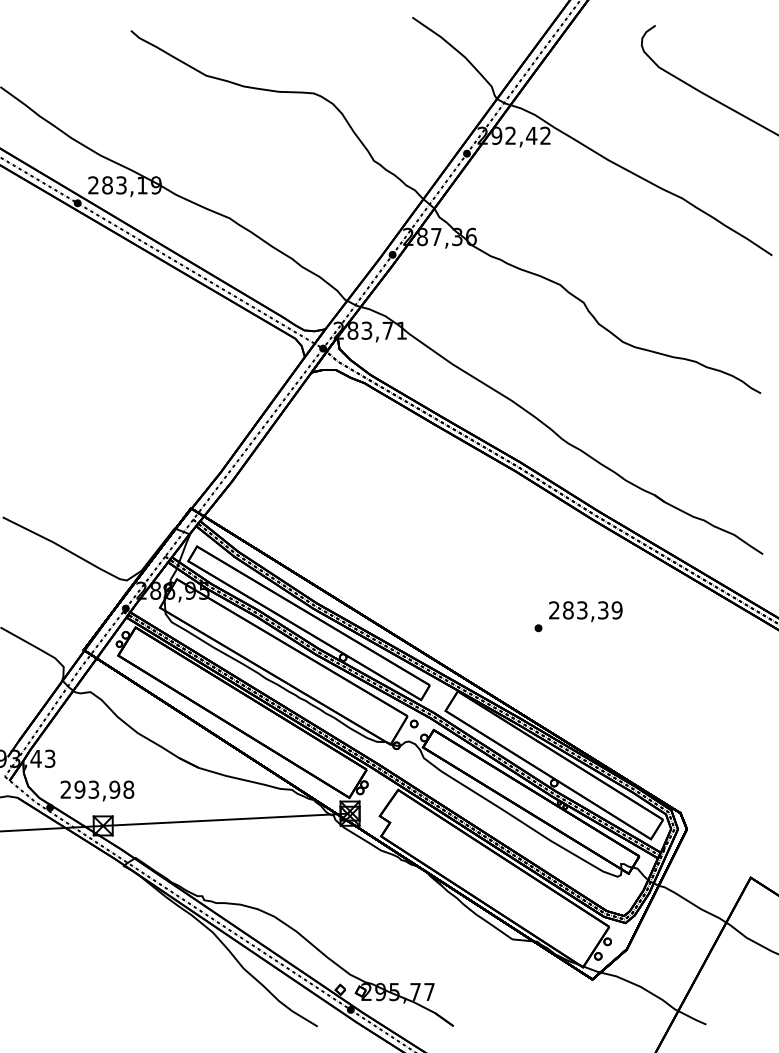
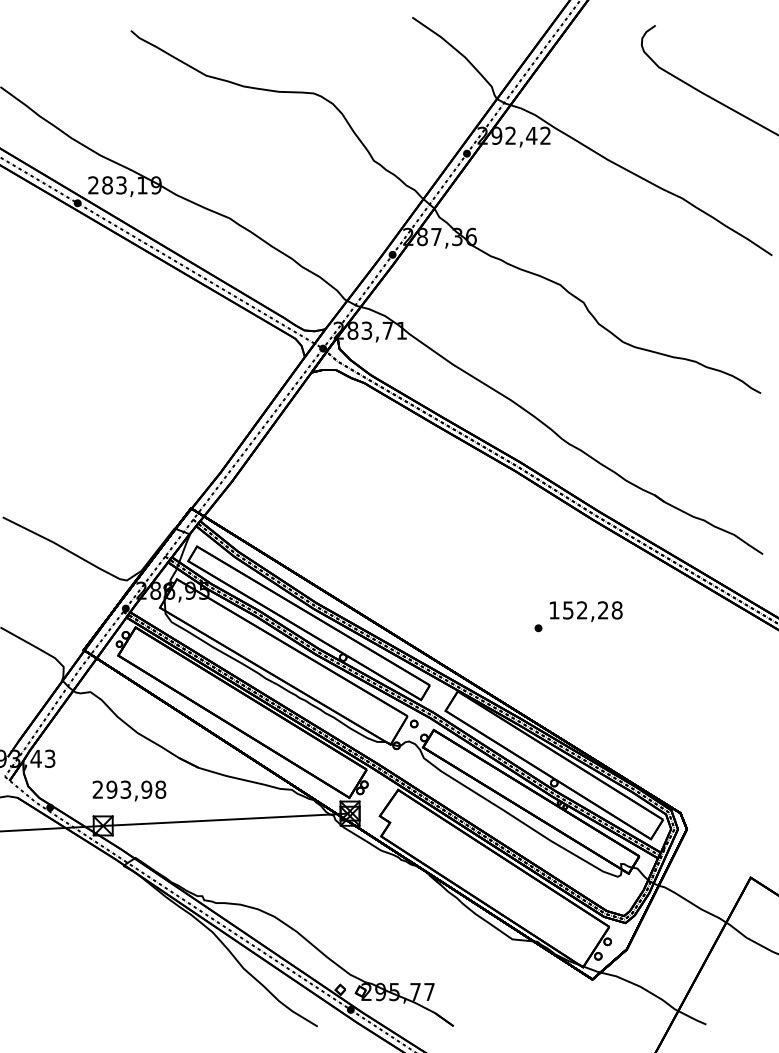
text at (585, 610): 283,39 -> 152,28
text at (97, 790) position: (97, 790) -> (129, 790)
